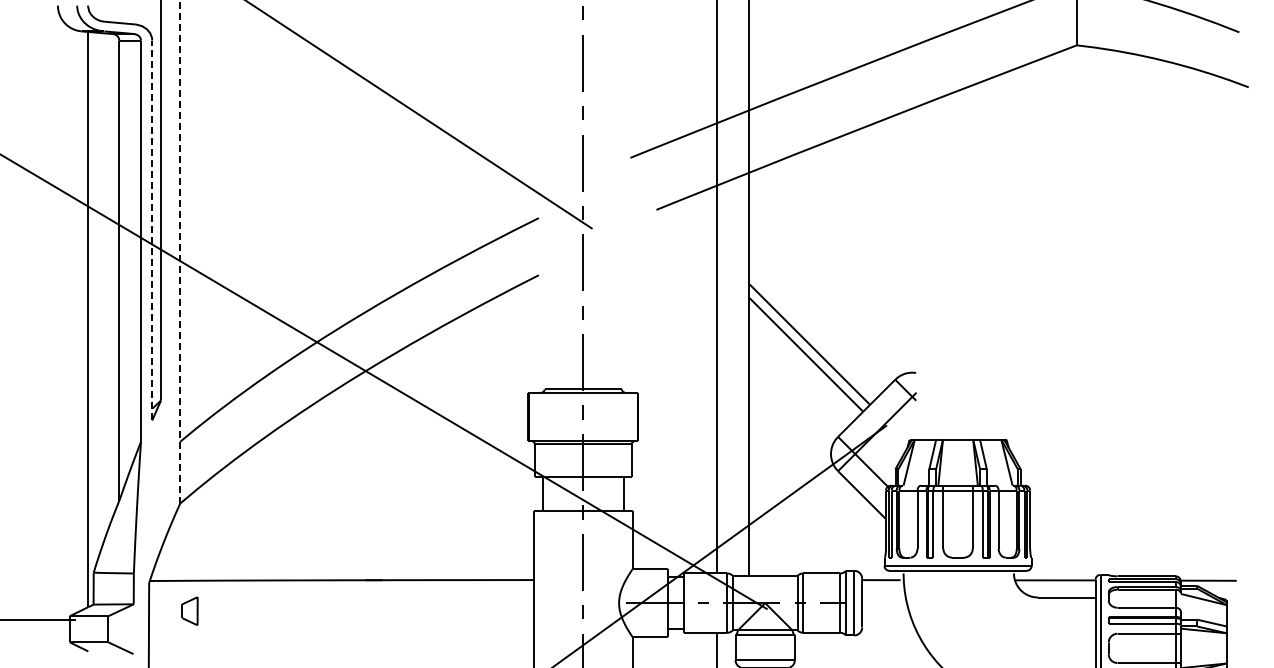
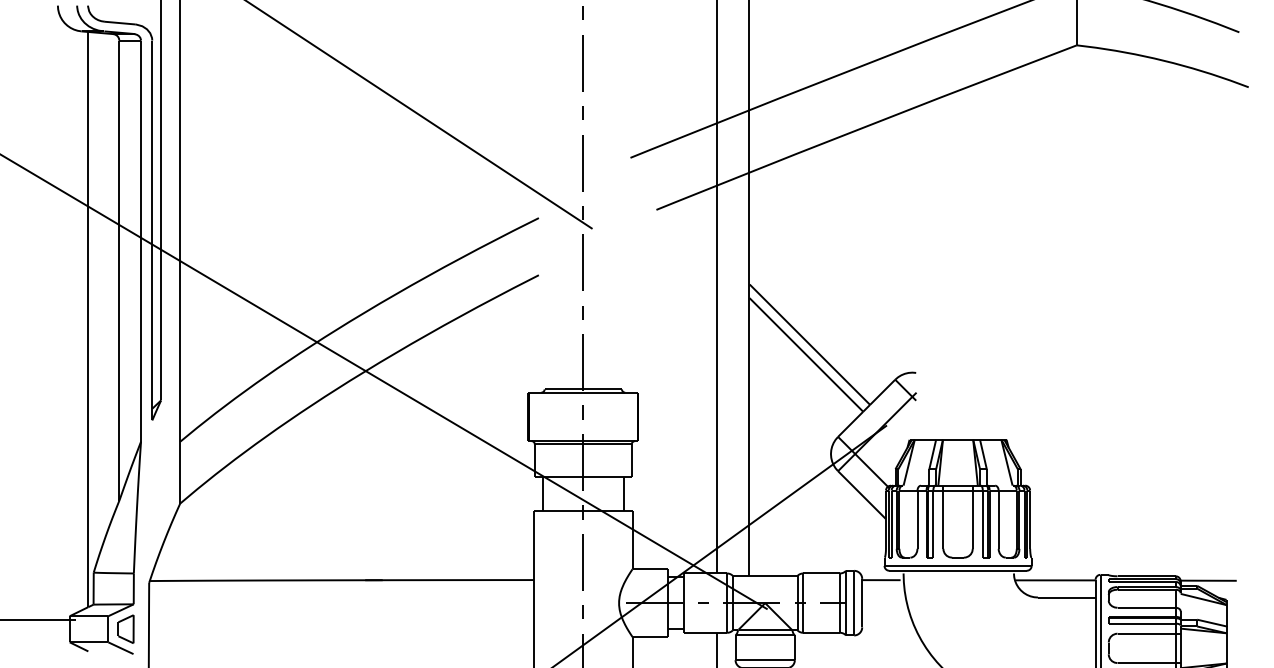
line at (152, 230): dashed -> solid
line at (180, 252): dashed -> solid
part at (189, 610) position: (189, 610) -> (125, 628)
